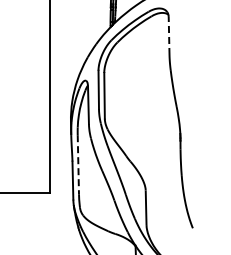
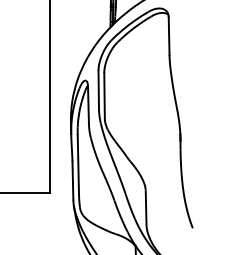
line at (169, 35): dashed -> solid
line at (78, 164): dashed -> solid
